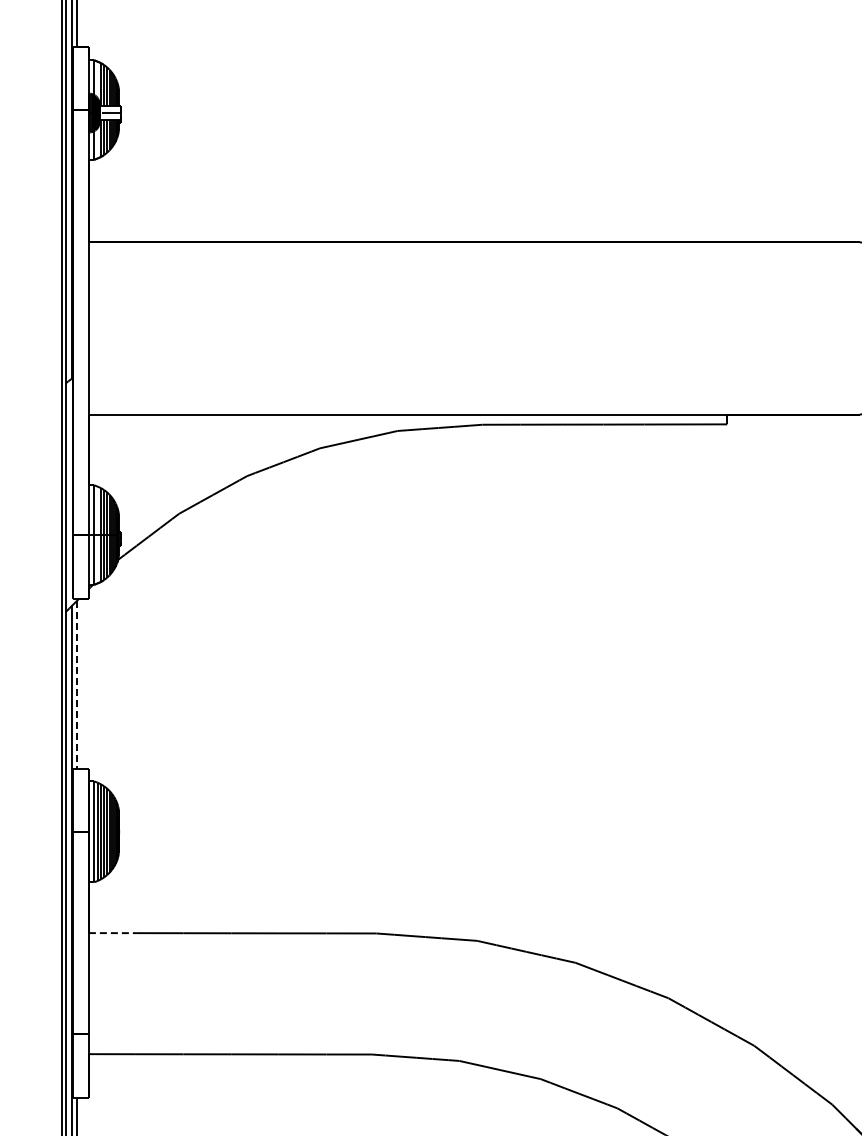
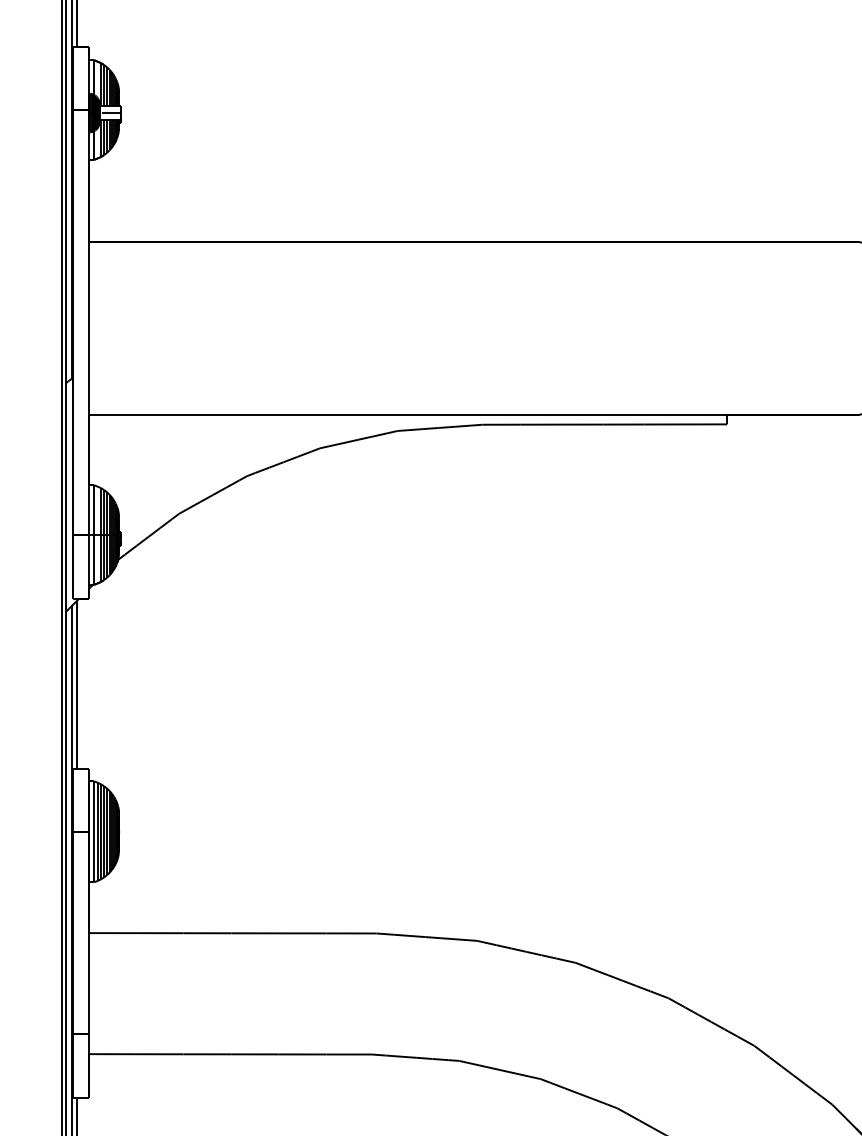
line at (76, 684): dashed -> solid
line at (112, 933): dashed -> solid
